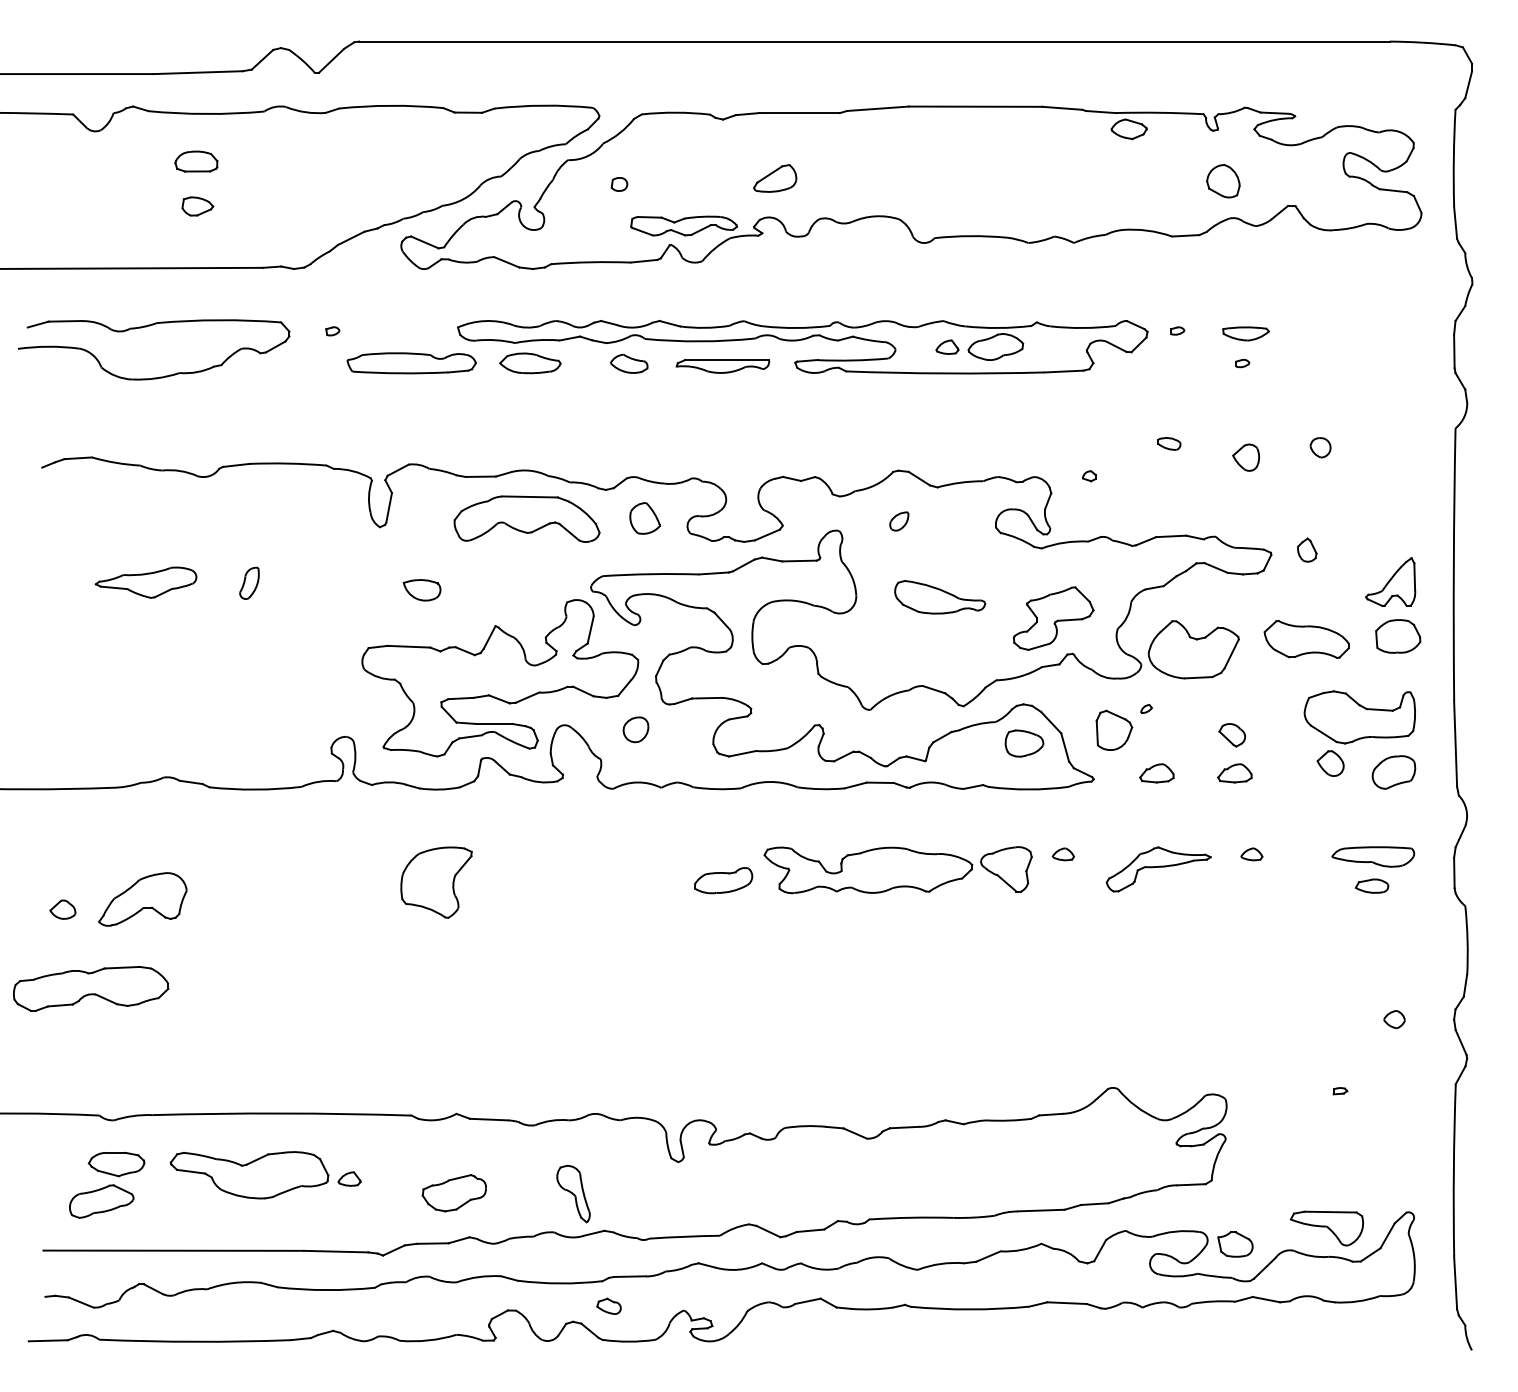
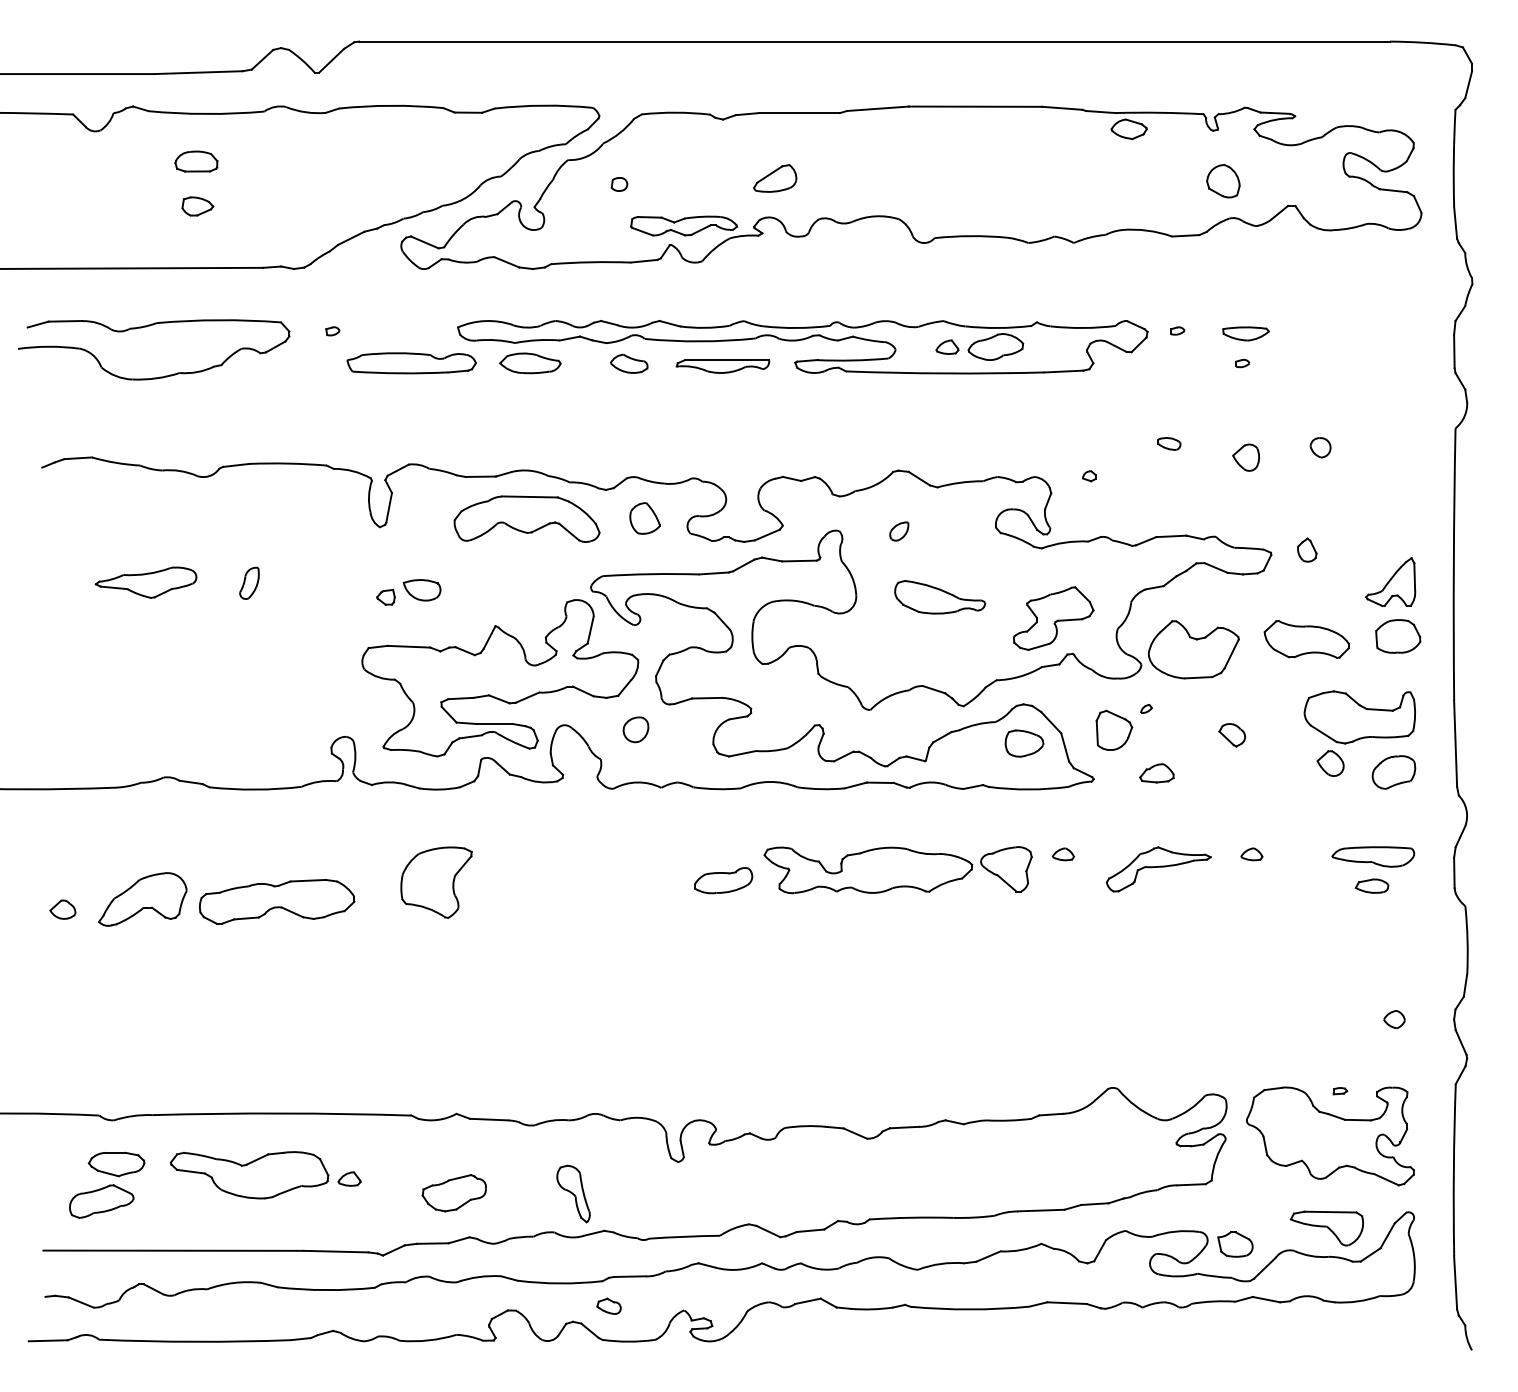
part at (899, 521) position: (899, 521) -> (899, 531)
part at (385, 596): none -> present
part at (1234, 773): present -> none
part at (91, 988) position: (91, 988) -> (277, 901)
part at (1330, 1136): none -> present
